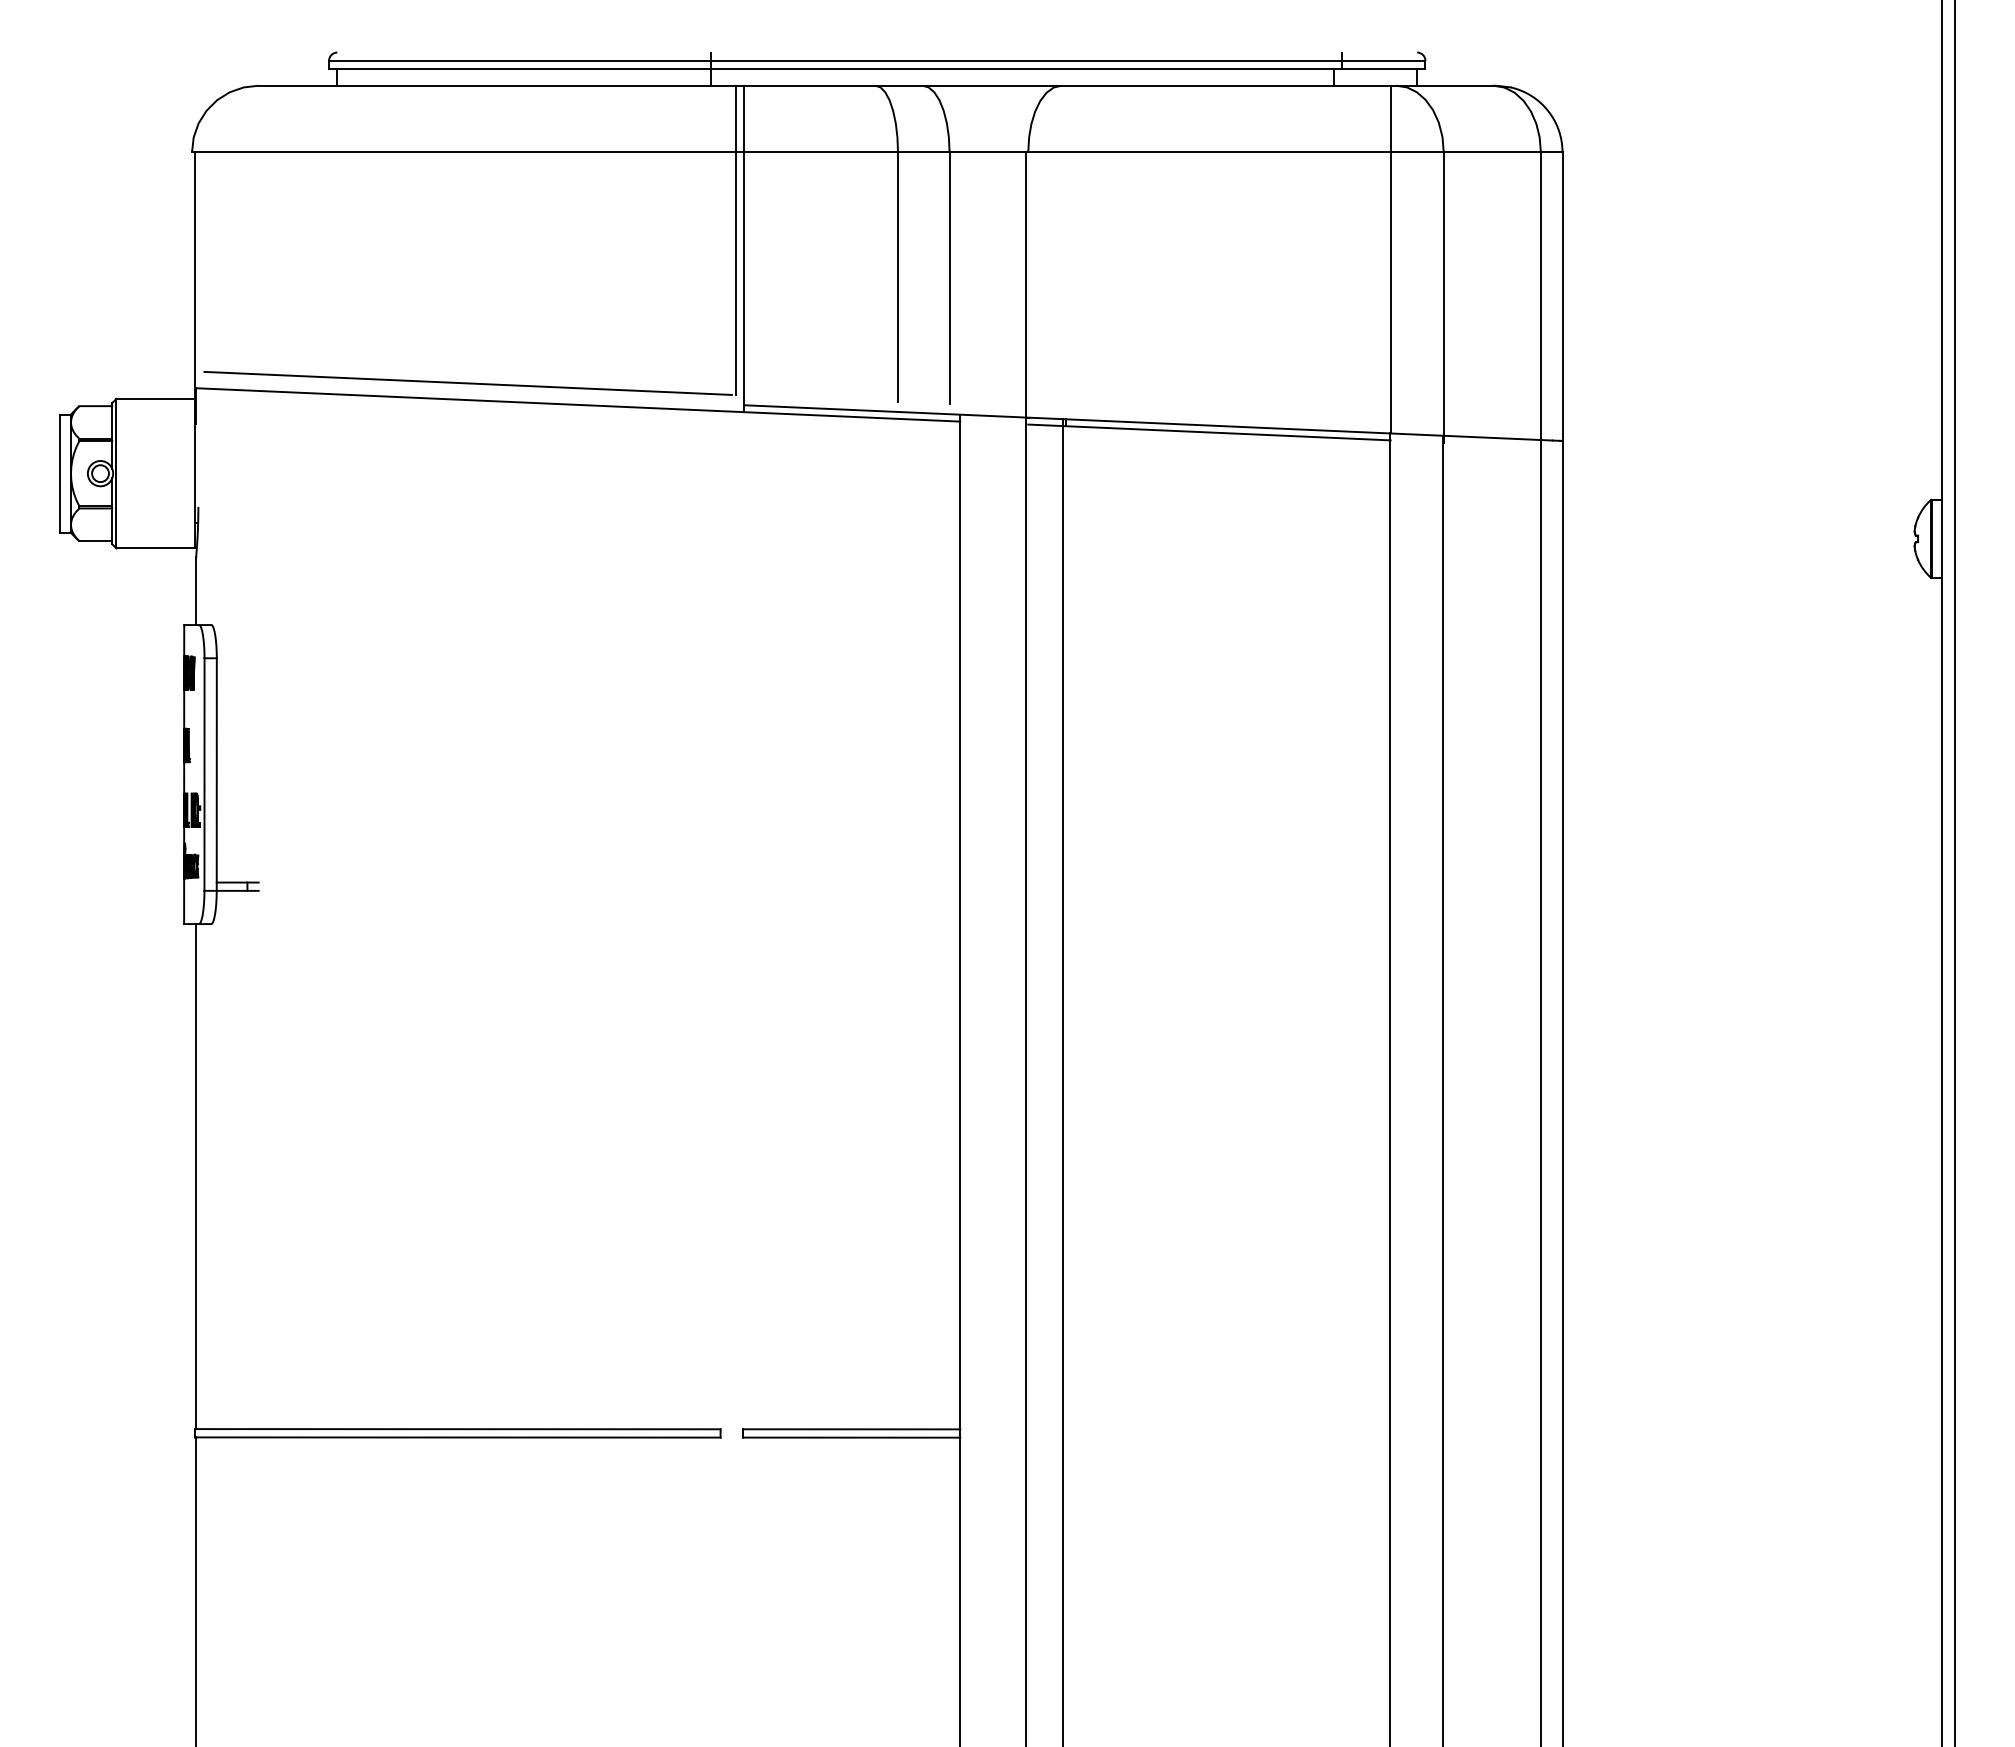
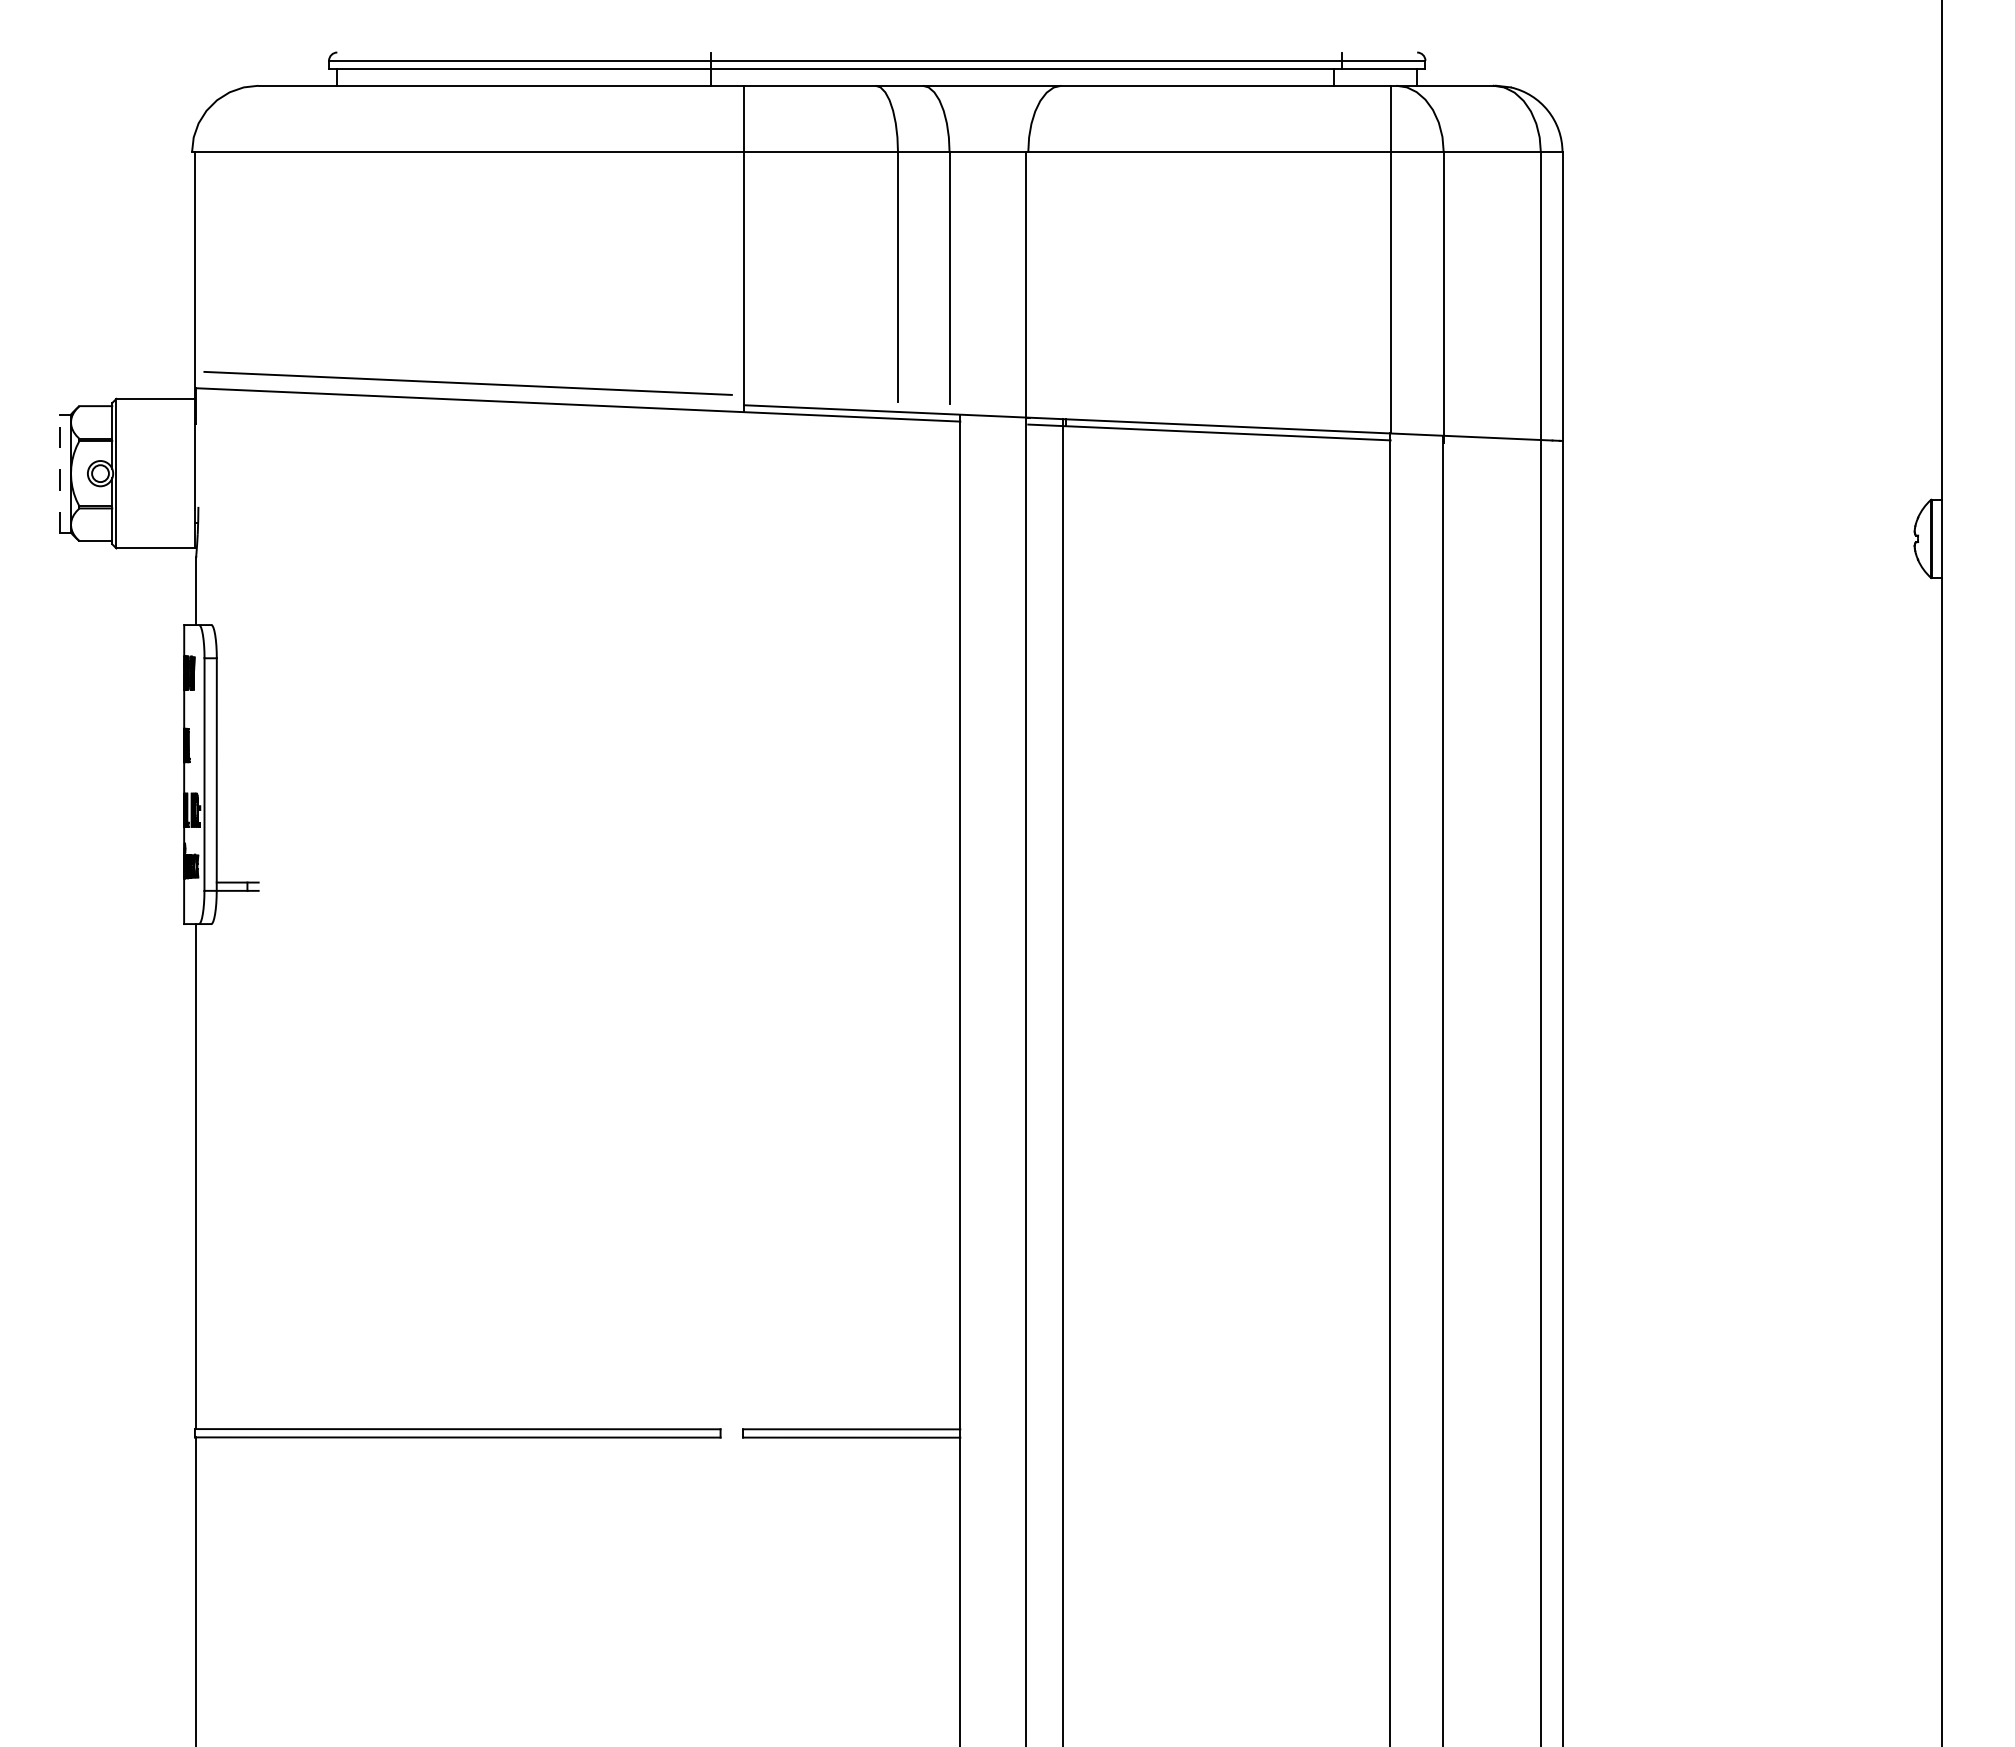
line at (736, 240): present -> none
line at (60, 473): solid -> dashed
line at (1954, 872): present -> none
